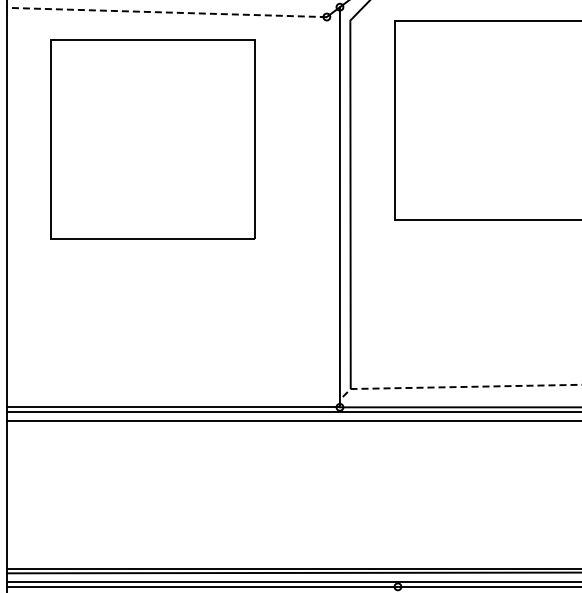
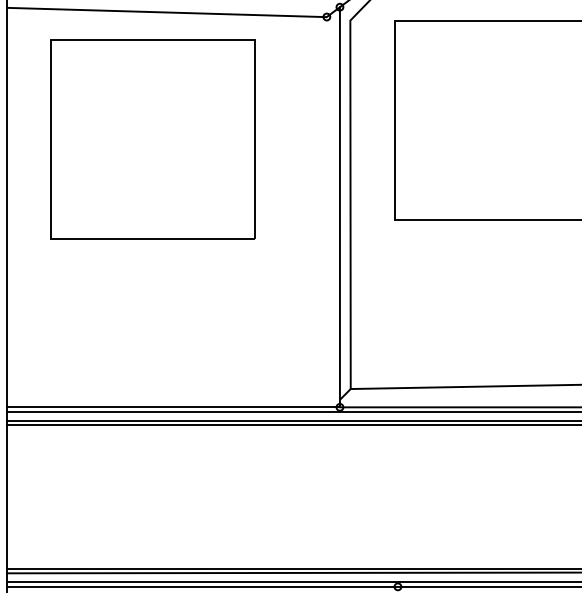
line at (166, 12): dashed -> solid
line at (457, 387): dashed -> solid
line at (292, 425): none -> present
